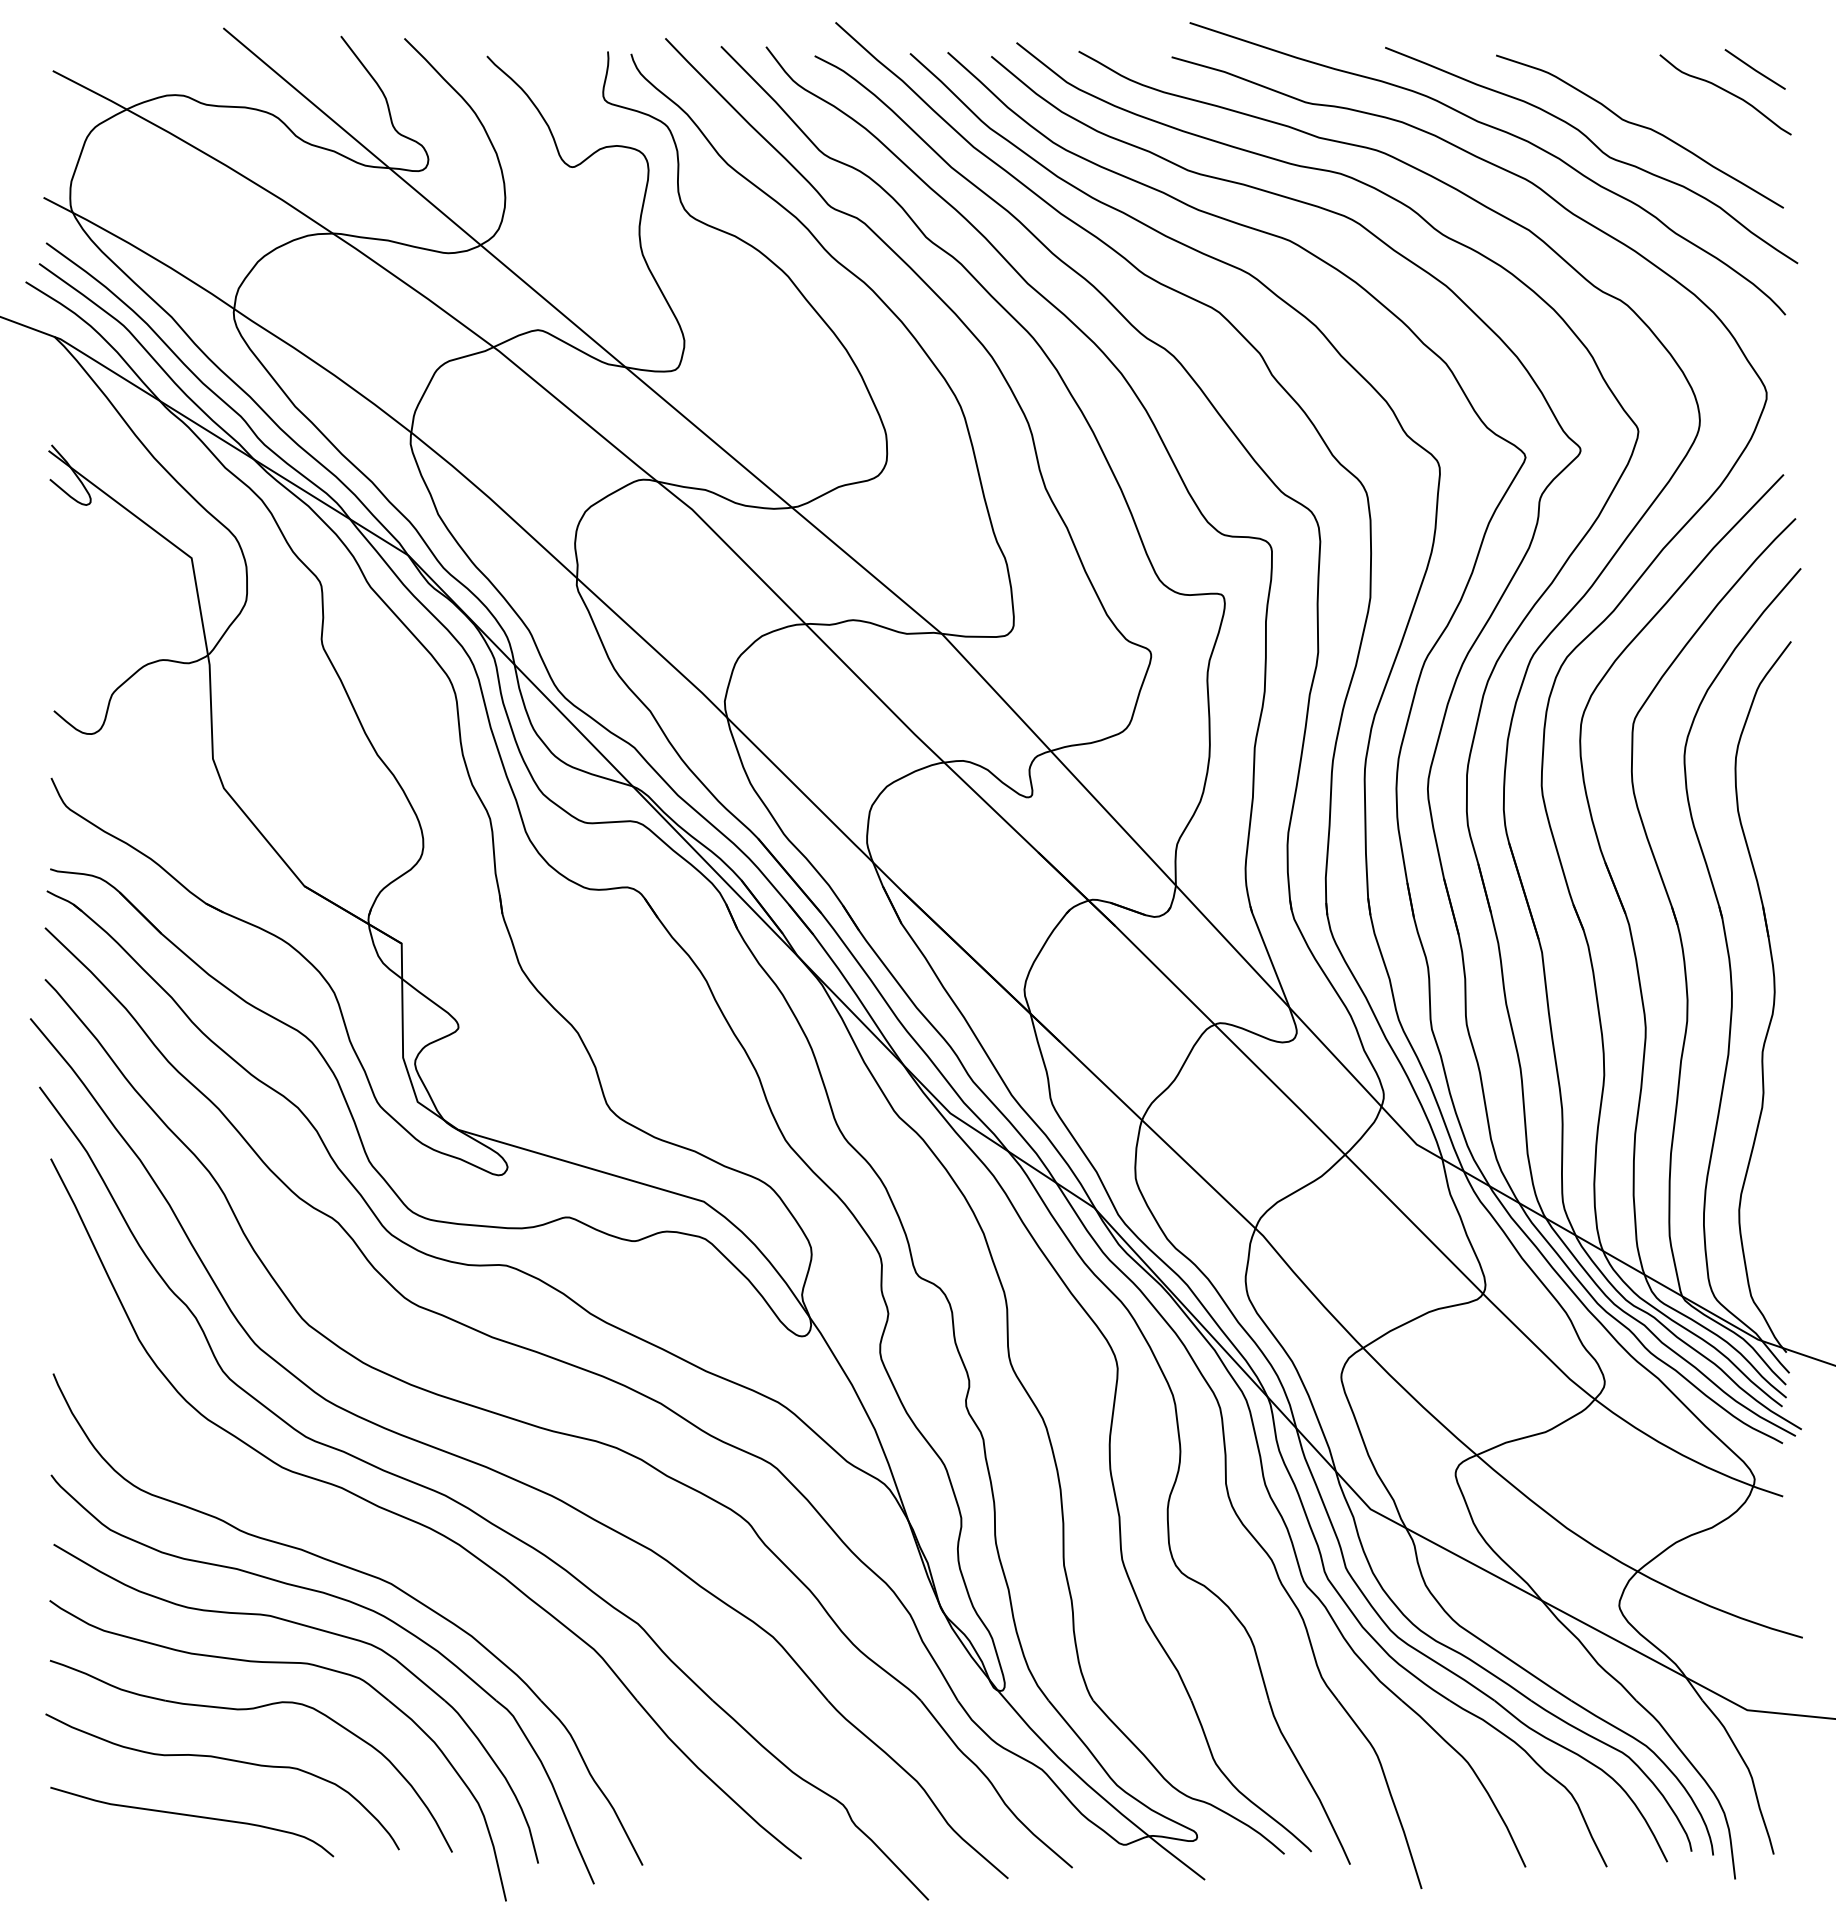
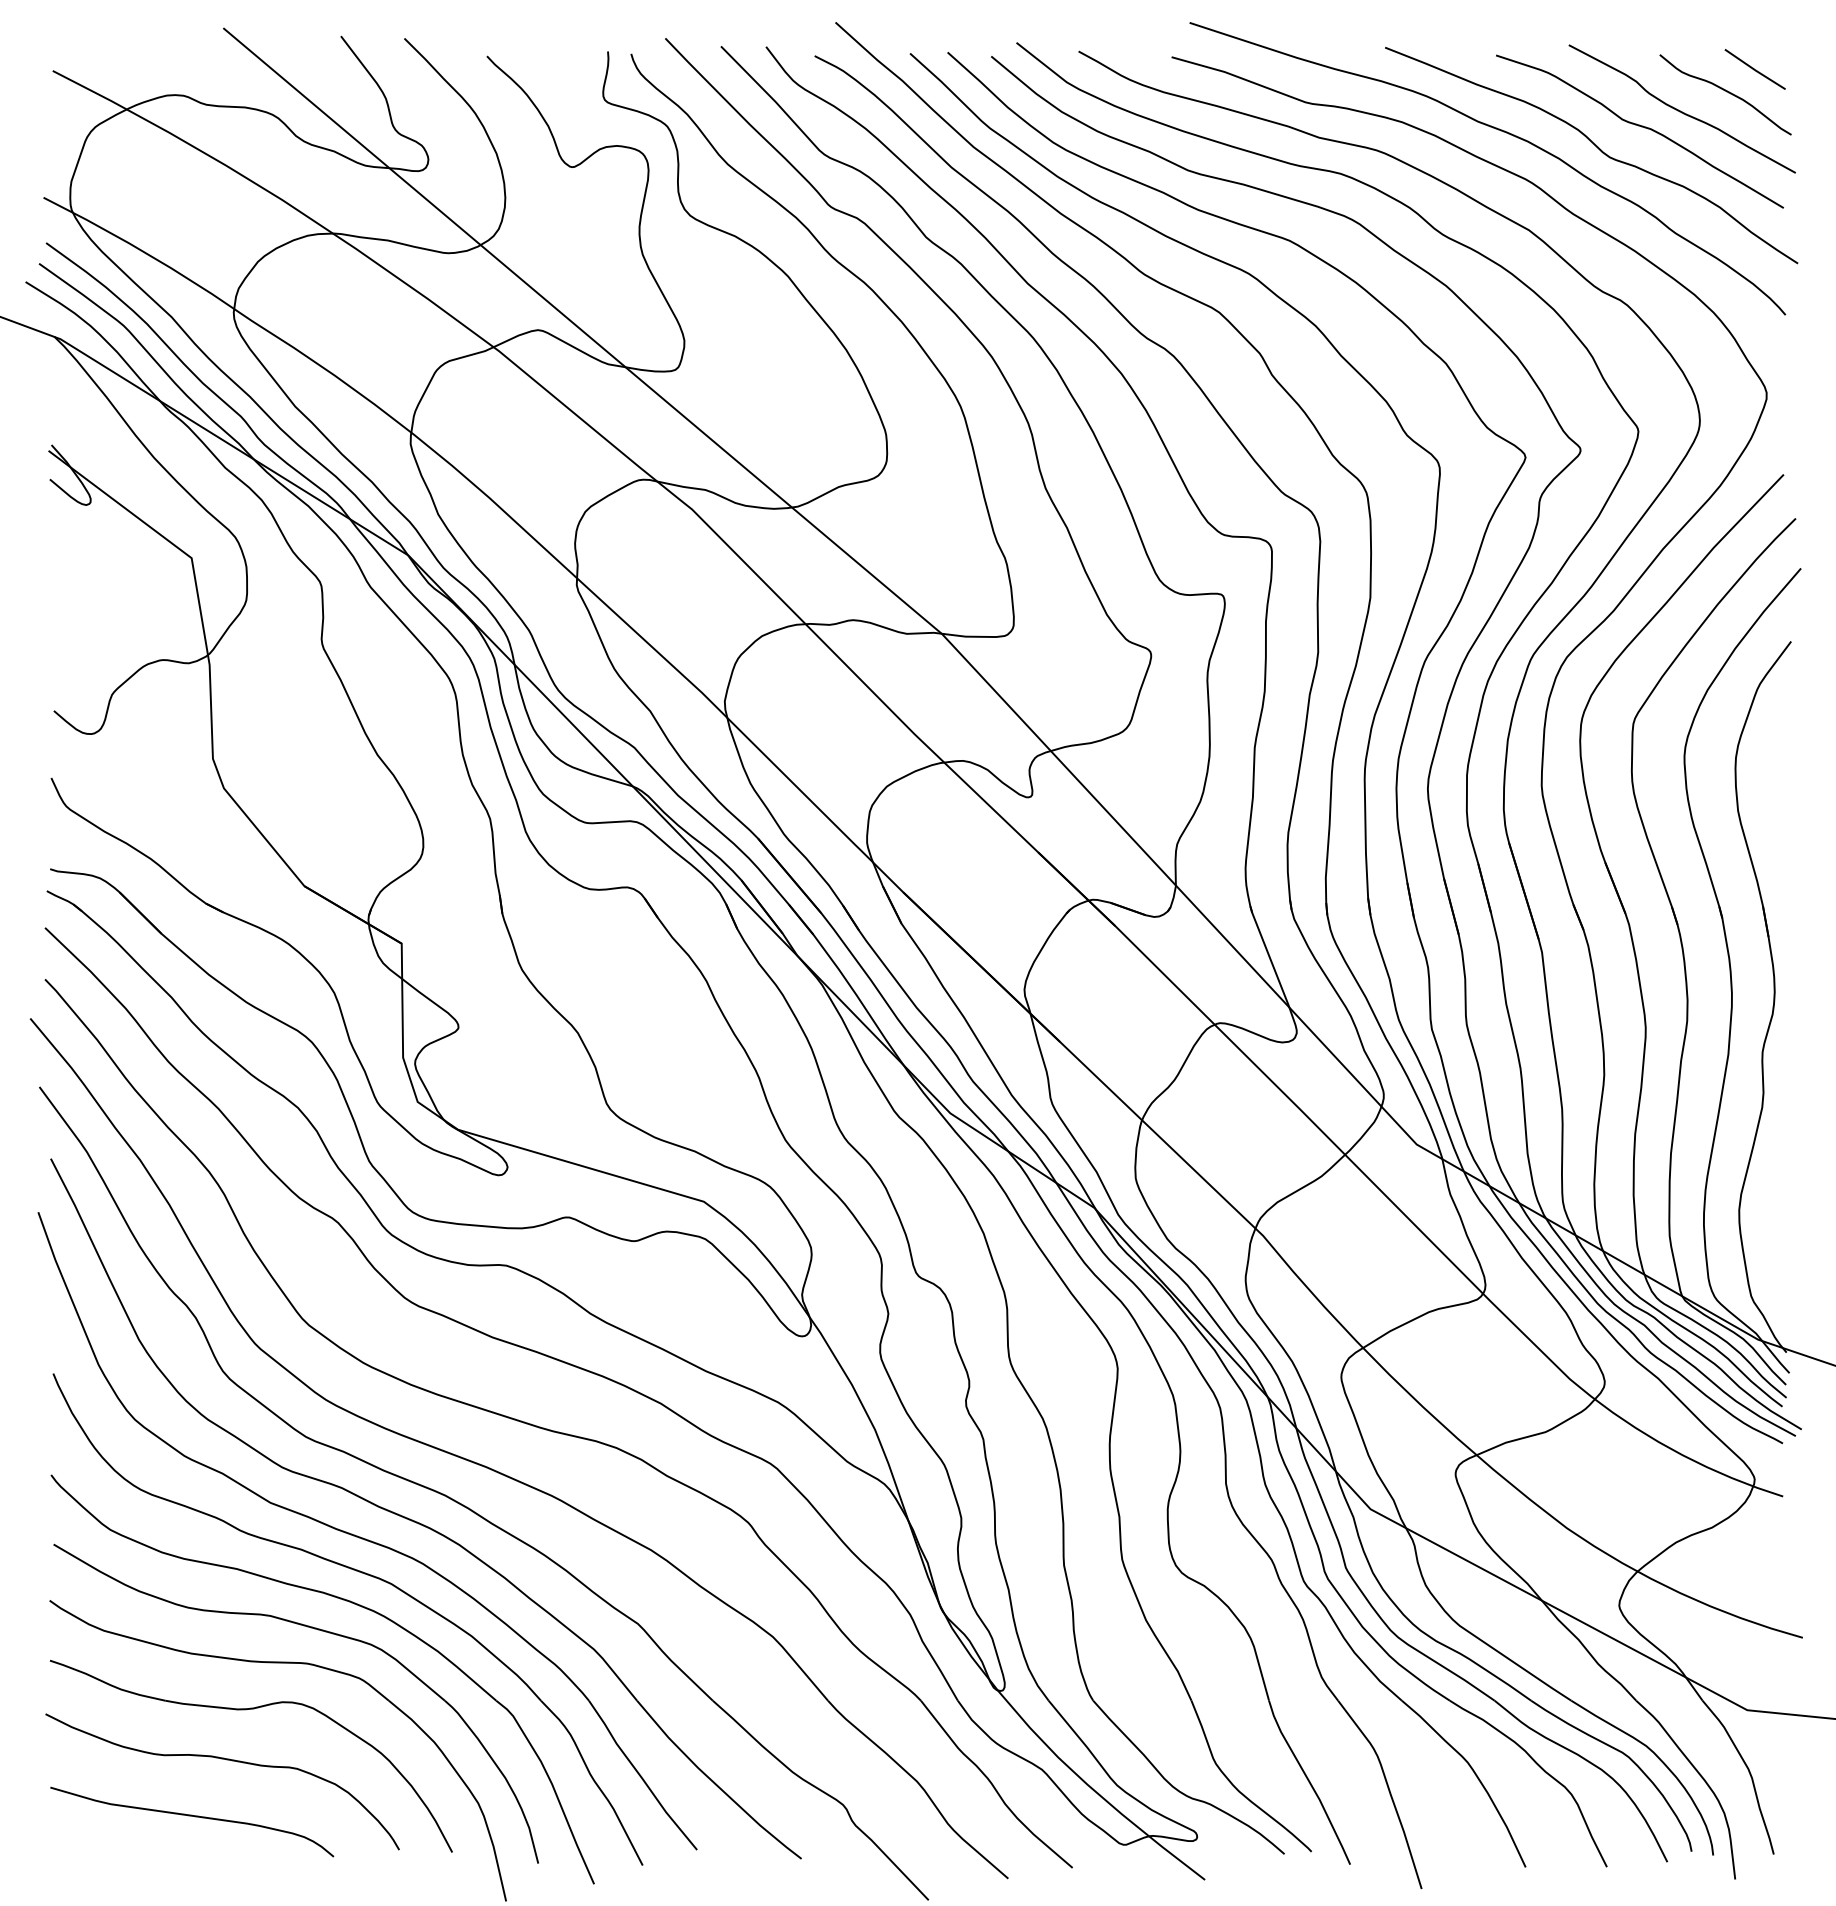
curve at (1680, 110): none -> present
part at (363, 1537): none -> present
